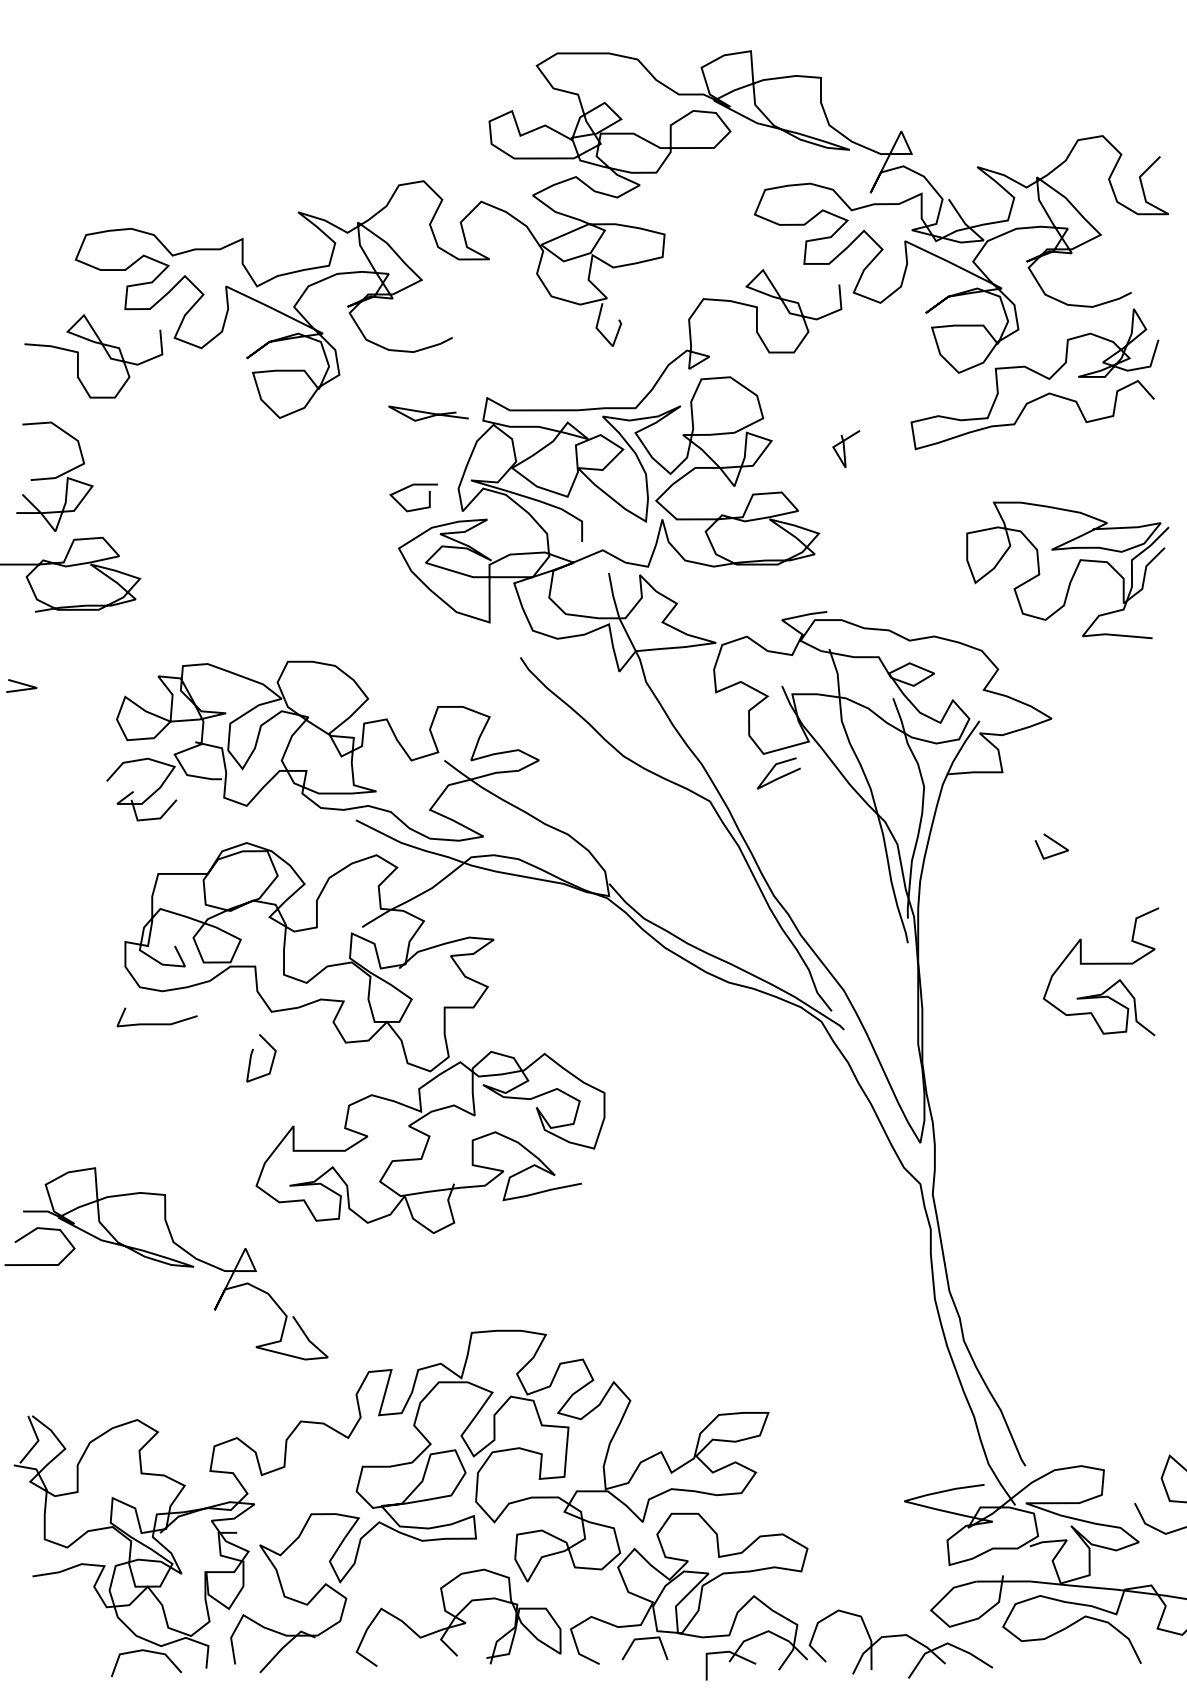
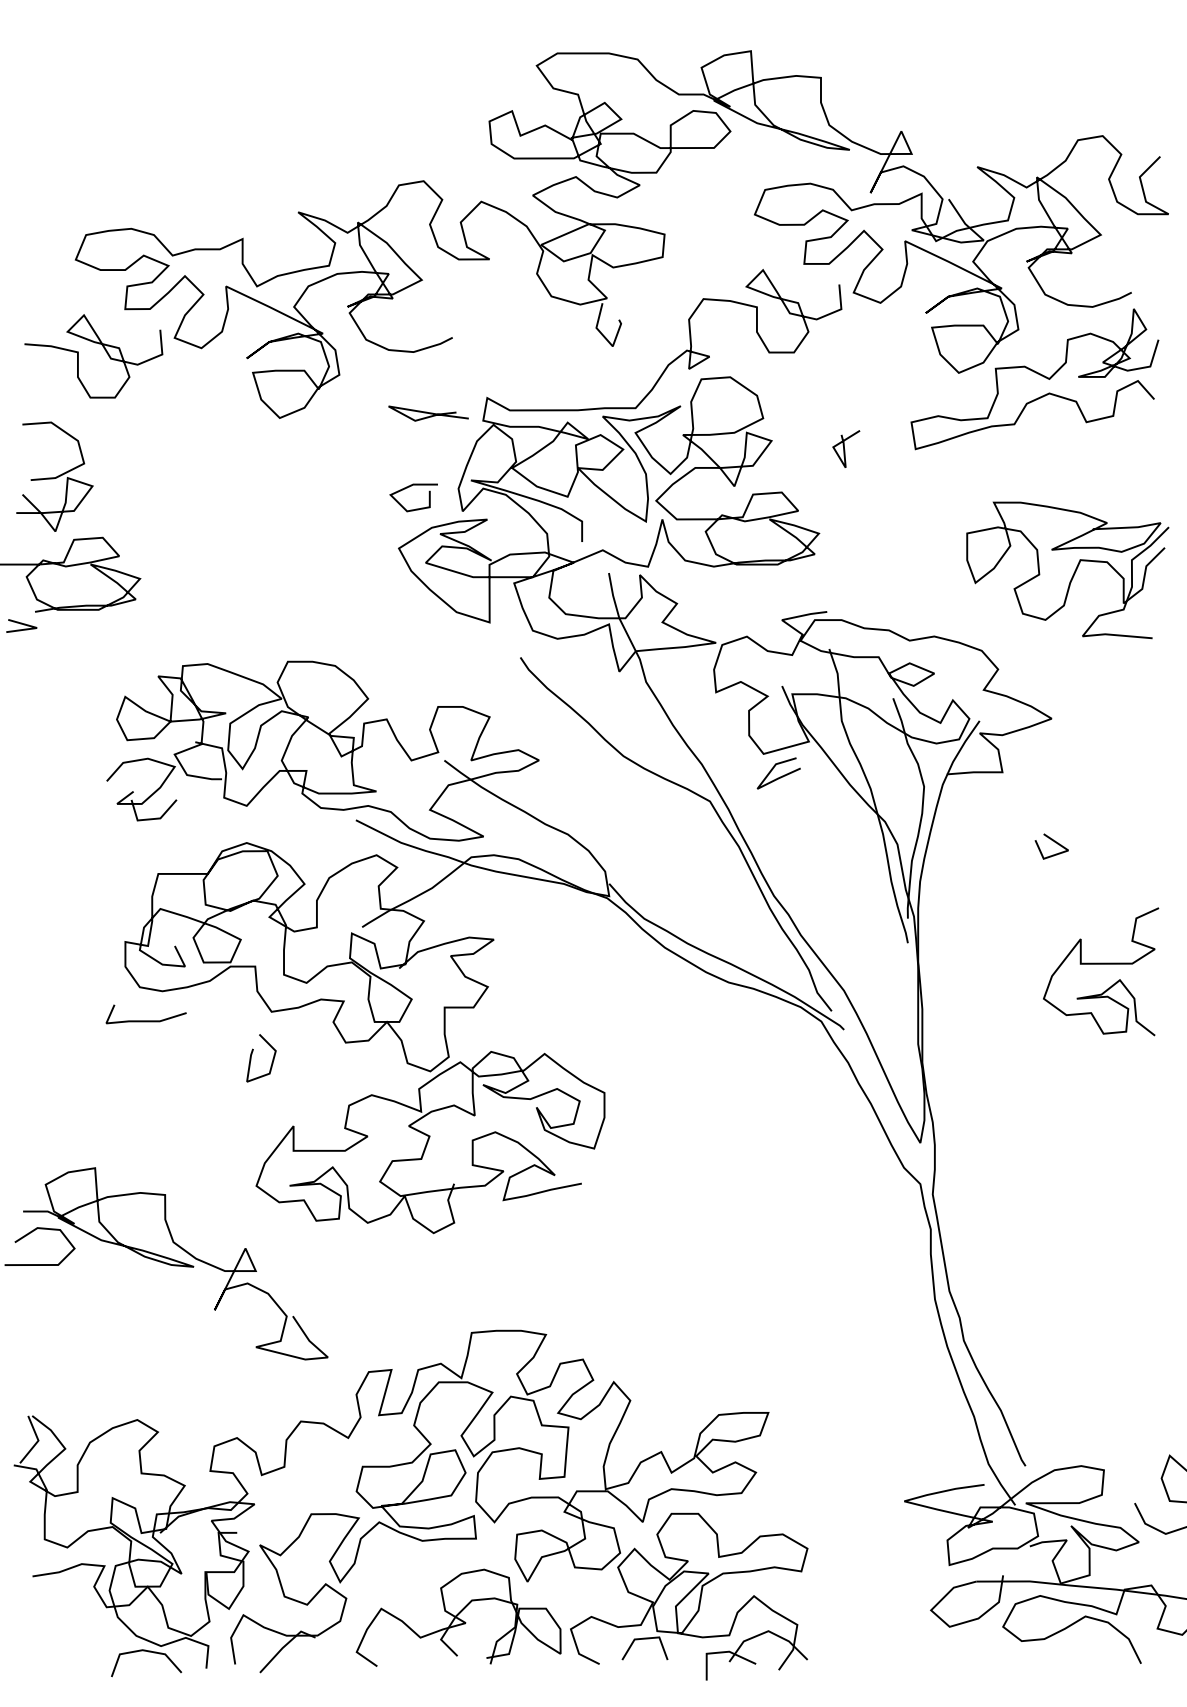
line at (21, 684) position: (21, 684) -> (21, 624)
line at (156, 1023) position: (156, 1023) -> (145, 1020)
part at (900, 1636): present -> none
